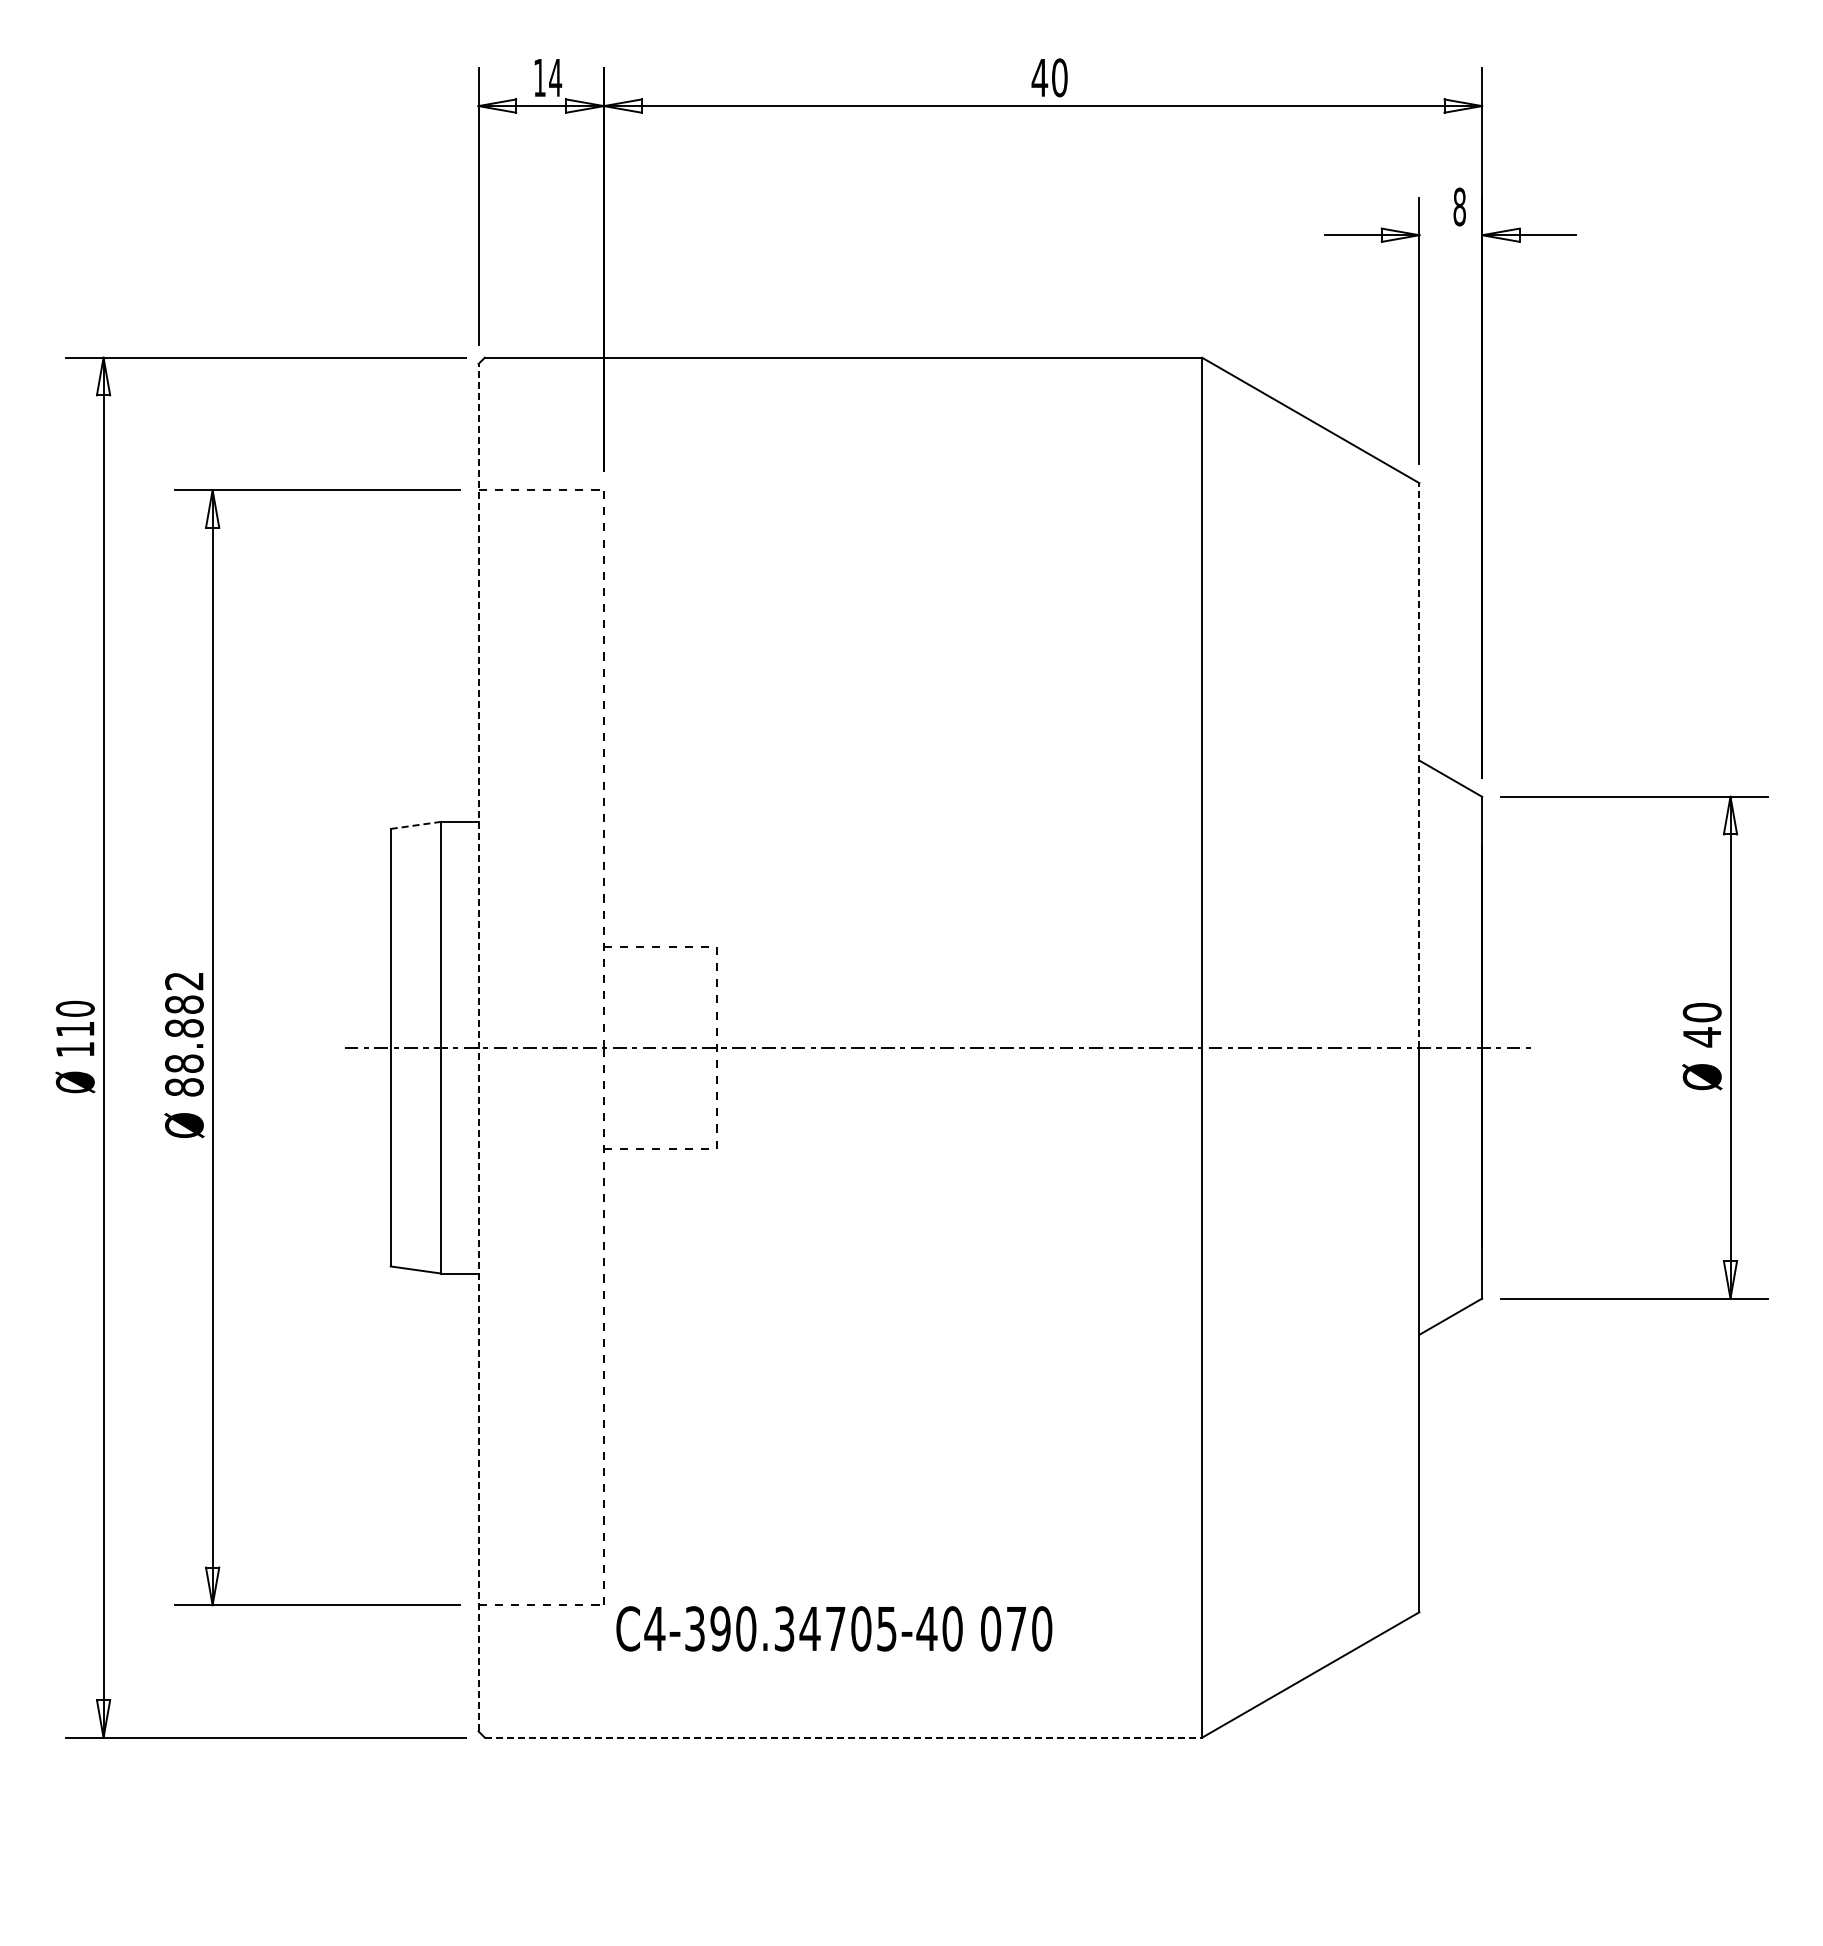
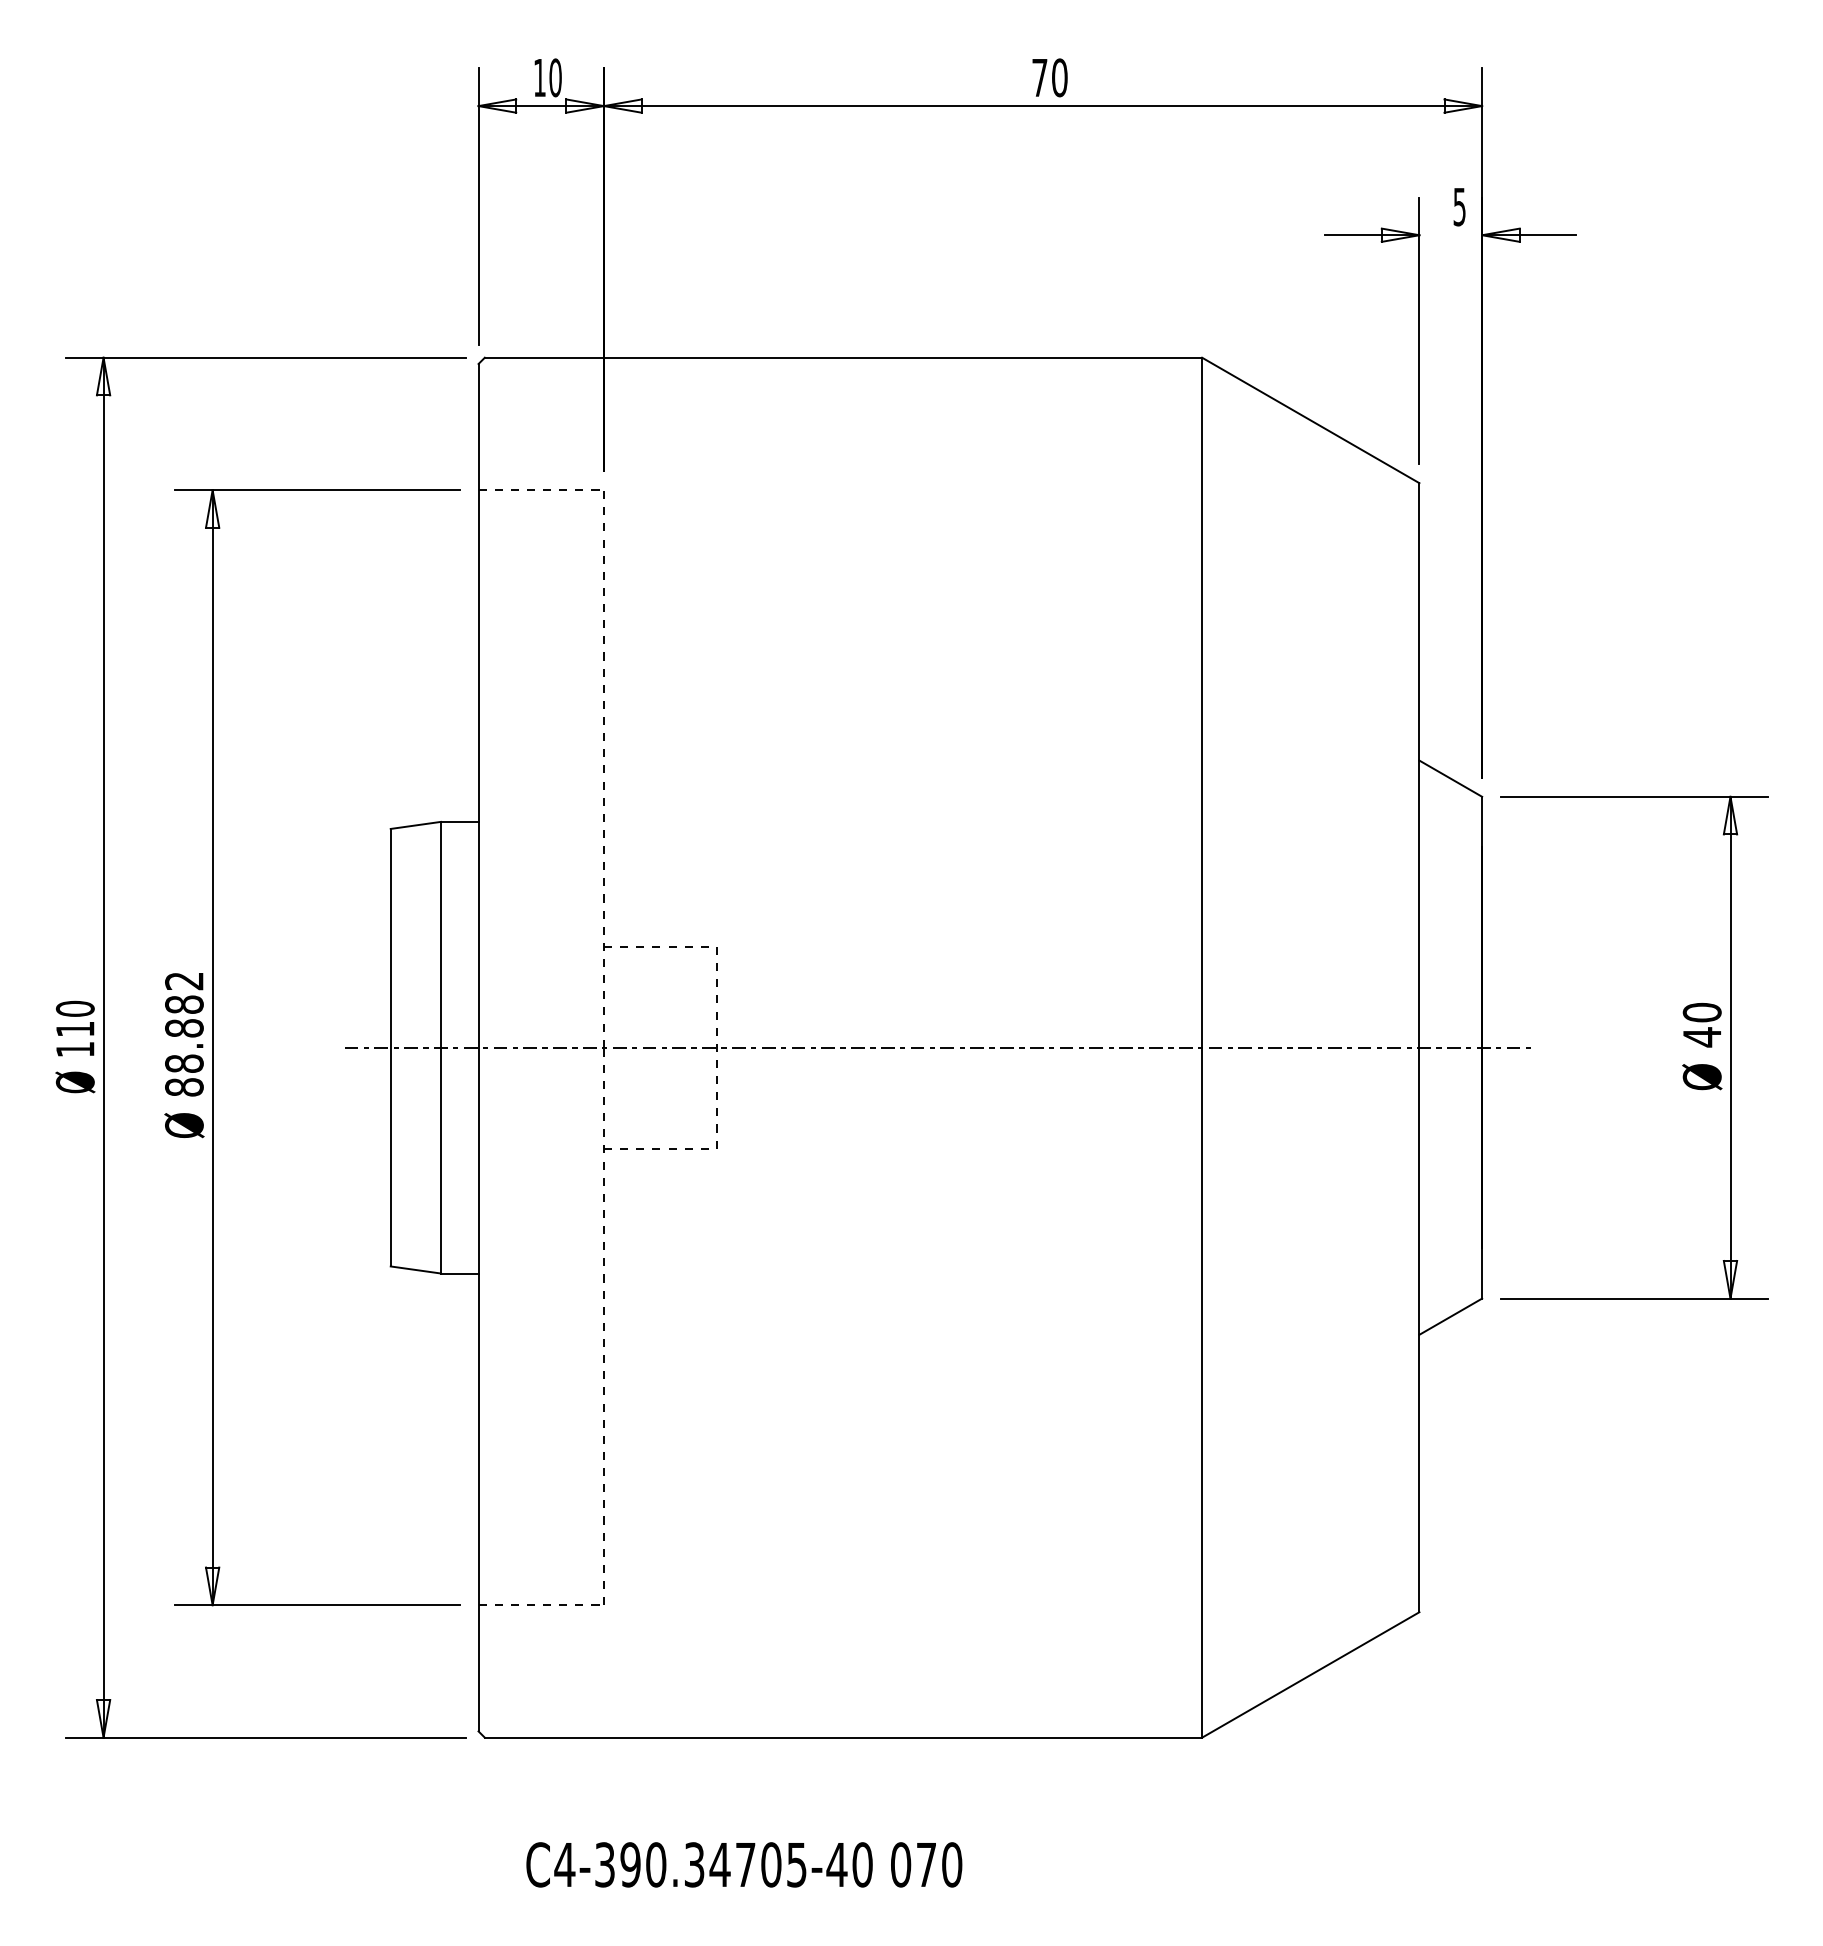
text at (555, 77): 14 -> 10
text at (1039, 77): 40 -> 70
text at (1459, 206): 8 -> 5
line at (1419, 764): dashed -> solid
line at (416, 825): dashed -> solid
line at (478, 1047): dashed -> solid
text at (834, 1628) position: (834, 1628) -> (744, 1864)
line at (843, 1737): dashed -> solid
